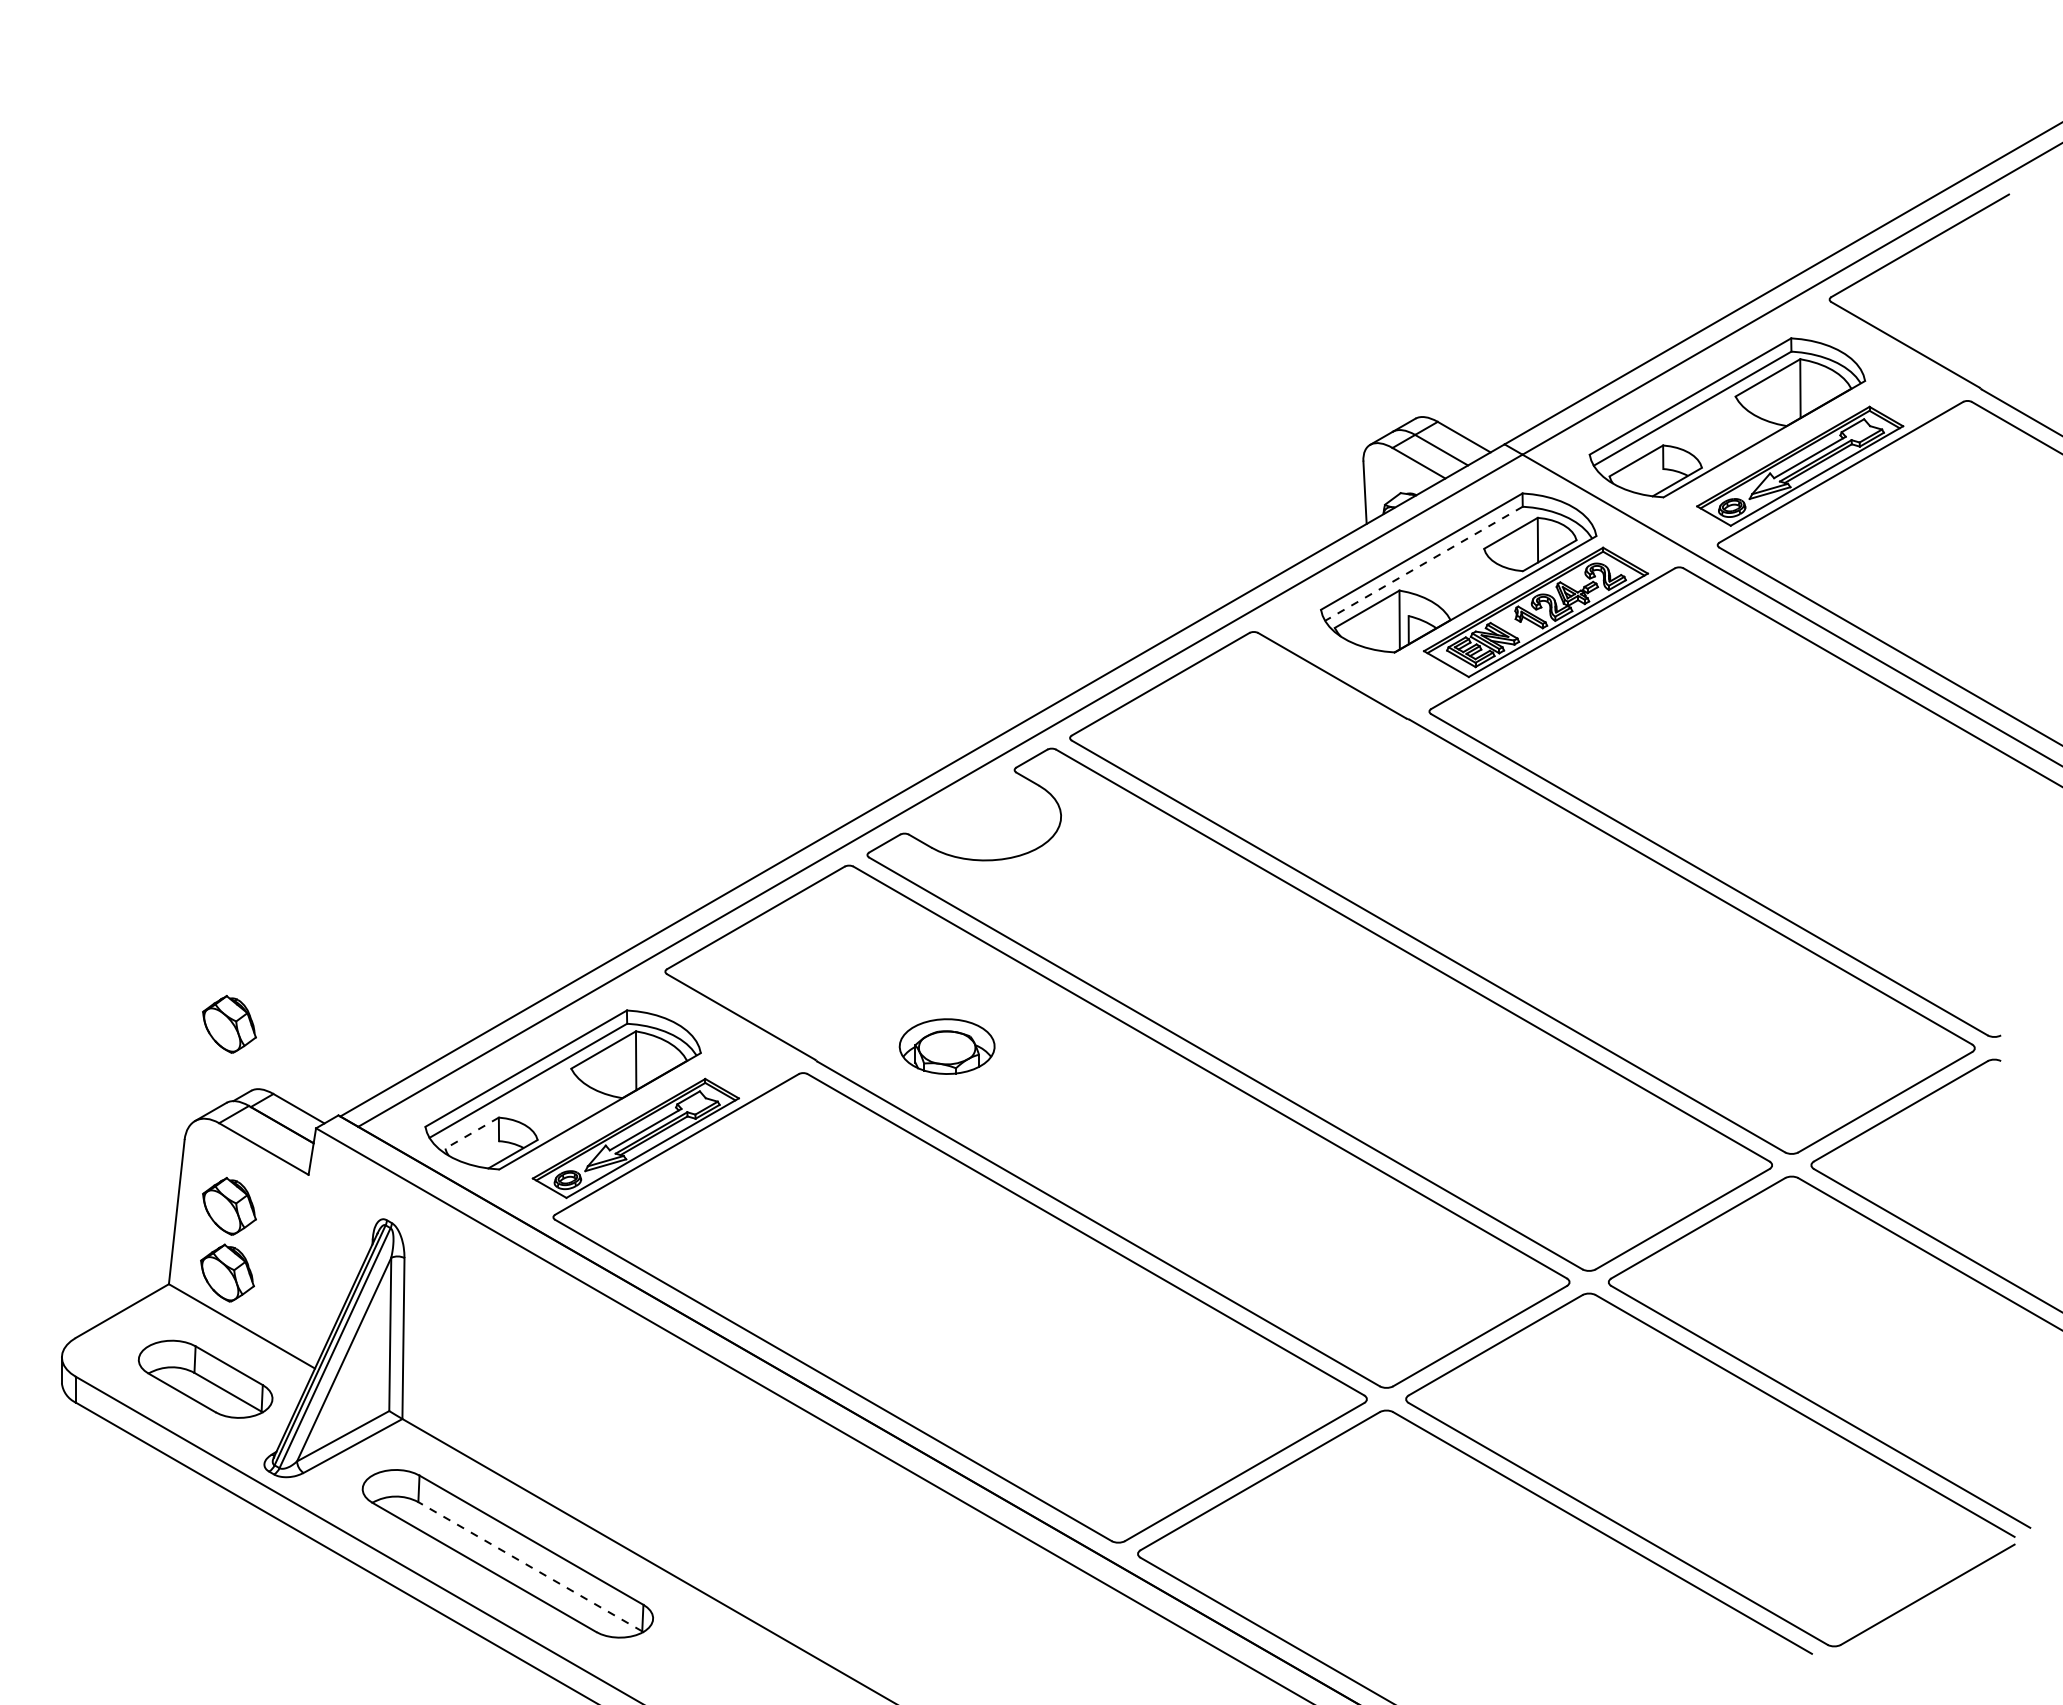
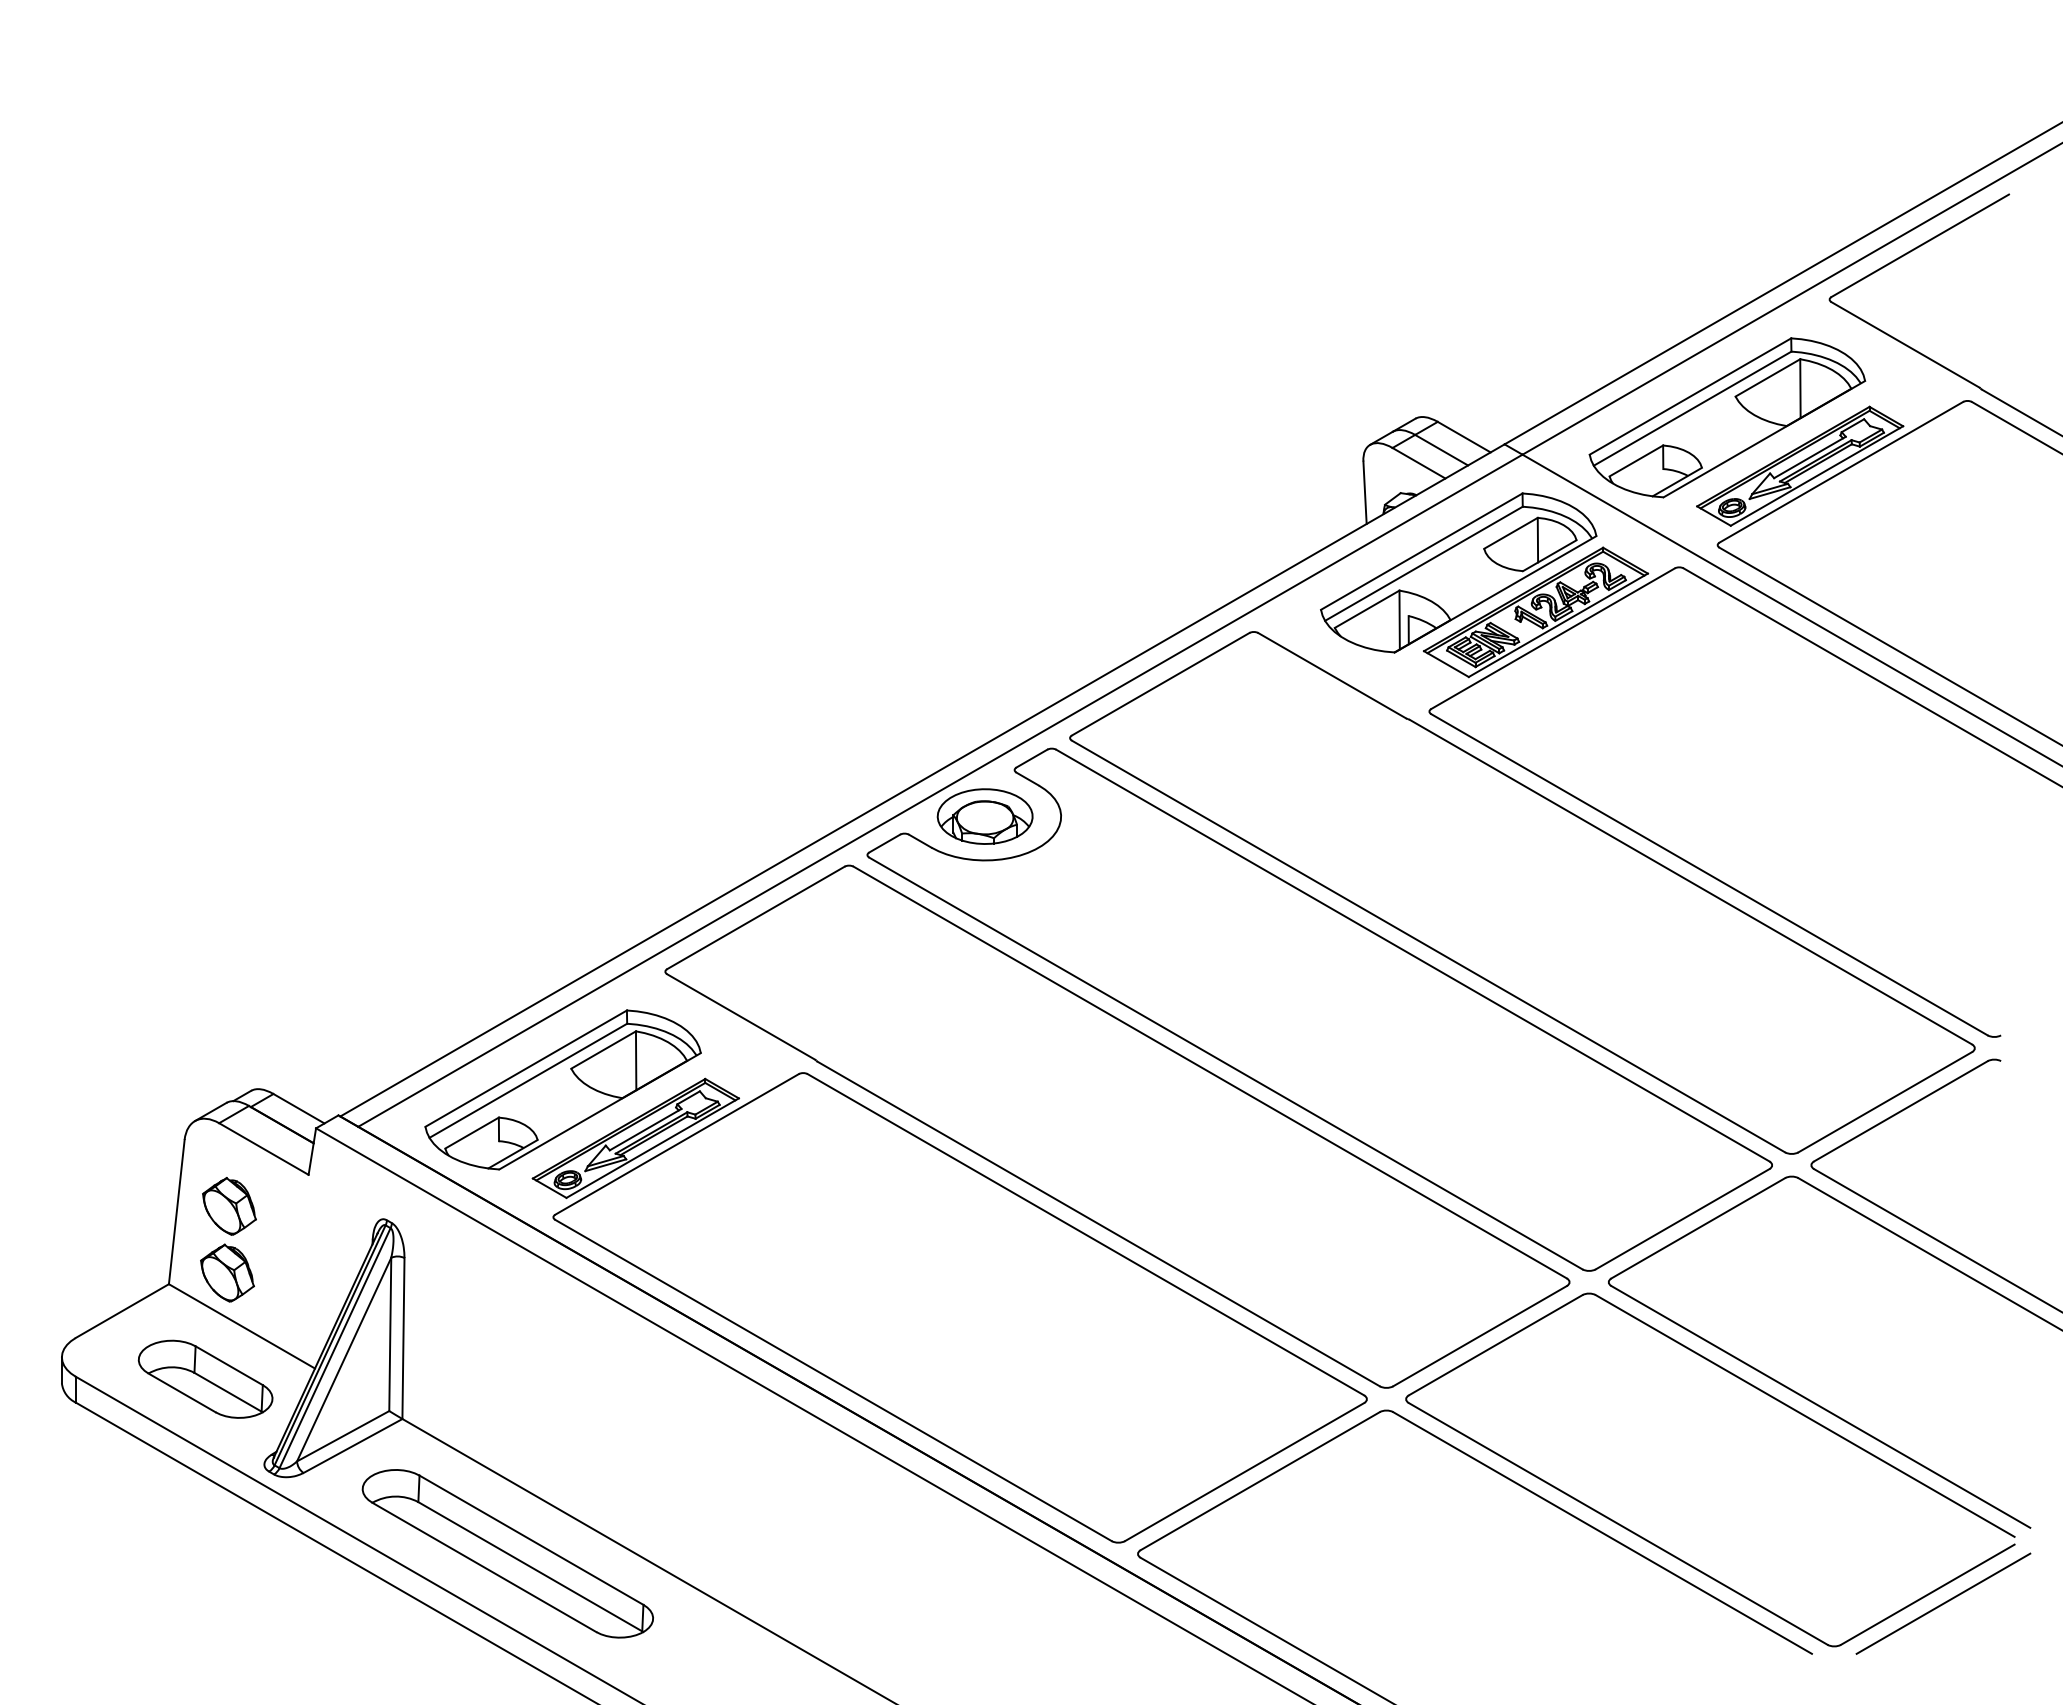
line at (1423, 564): dashed -> solid
part at (229, 1024): present -> none
part at (946, 1046) position: (946, 1046) -> (984, 816)
line at (472, 1133): dashed -> solid
line at (529, 1566): dashed -> solid
line at (1943, 1603): none -> present
